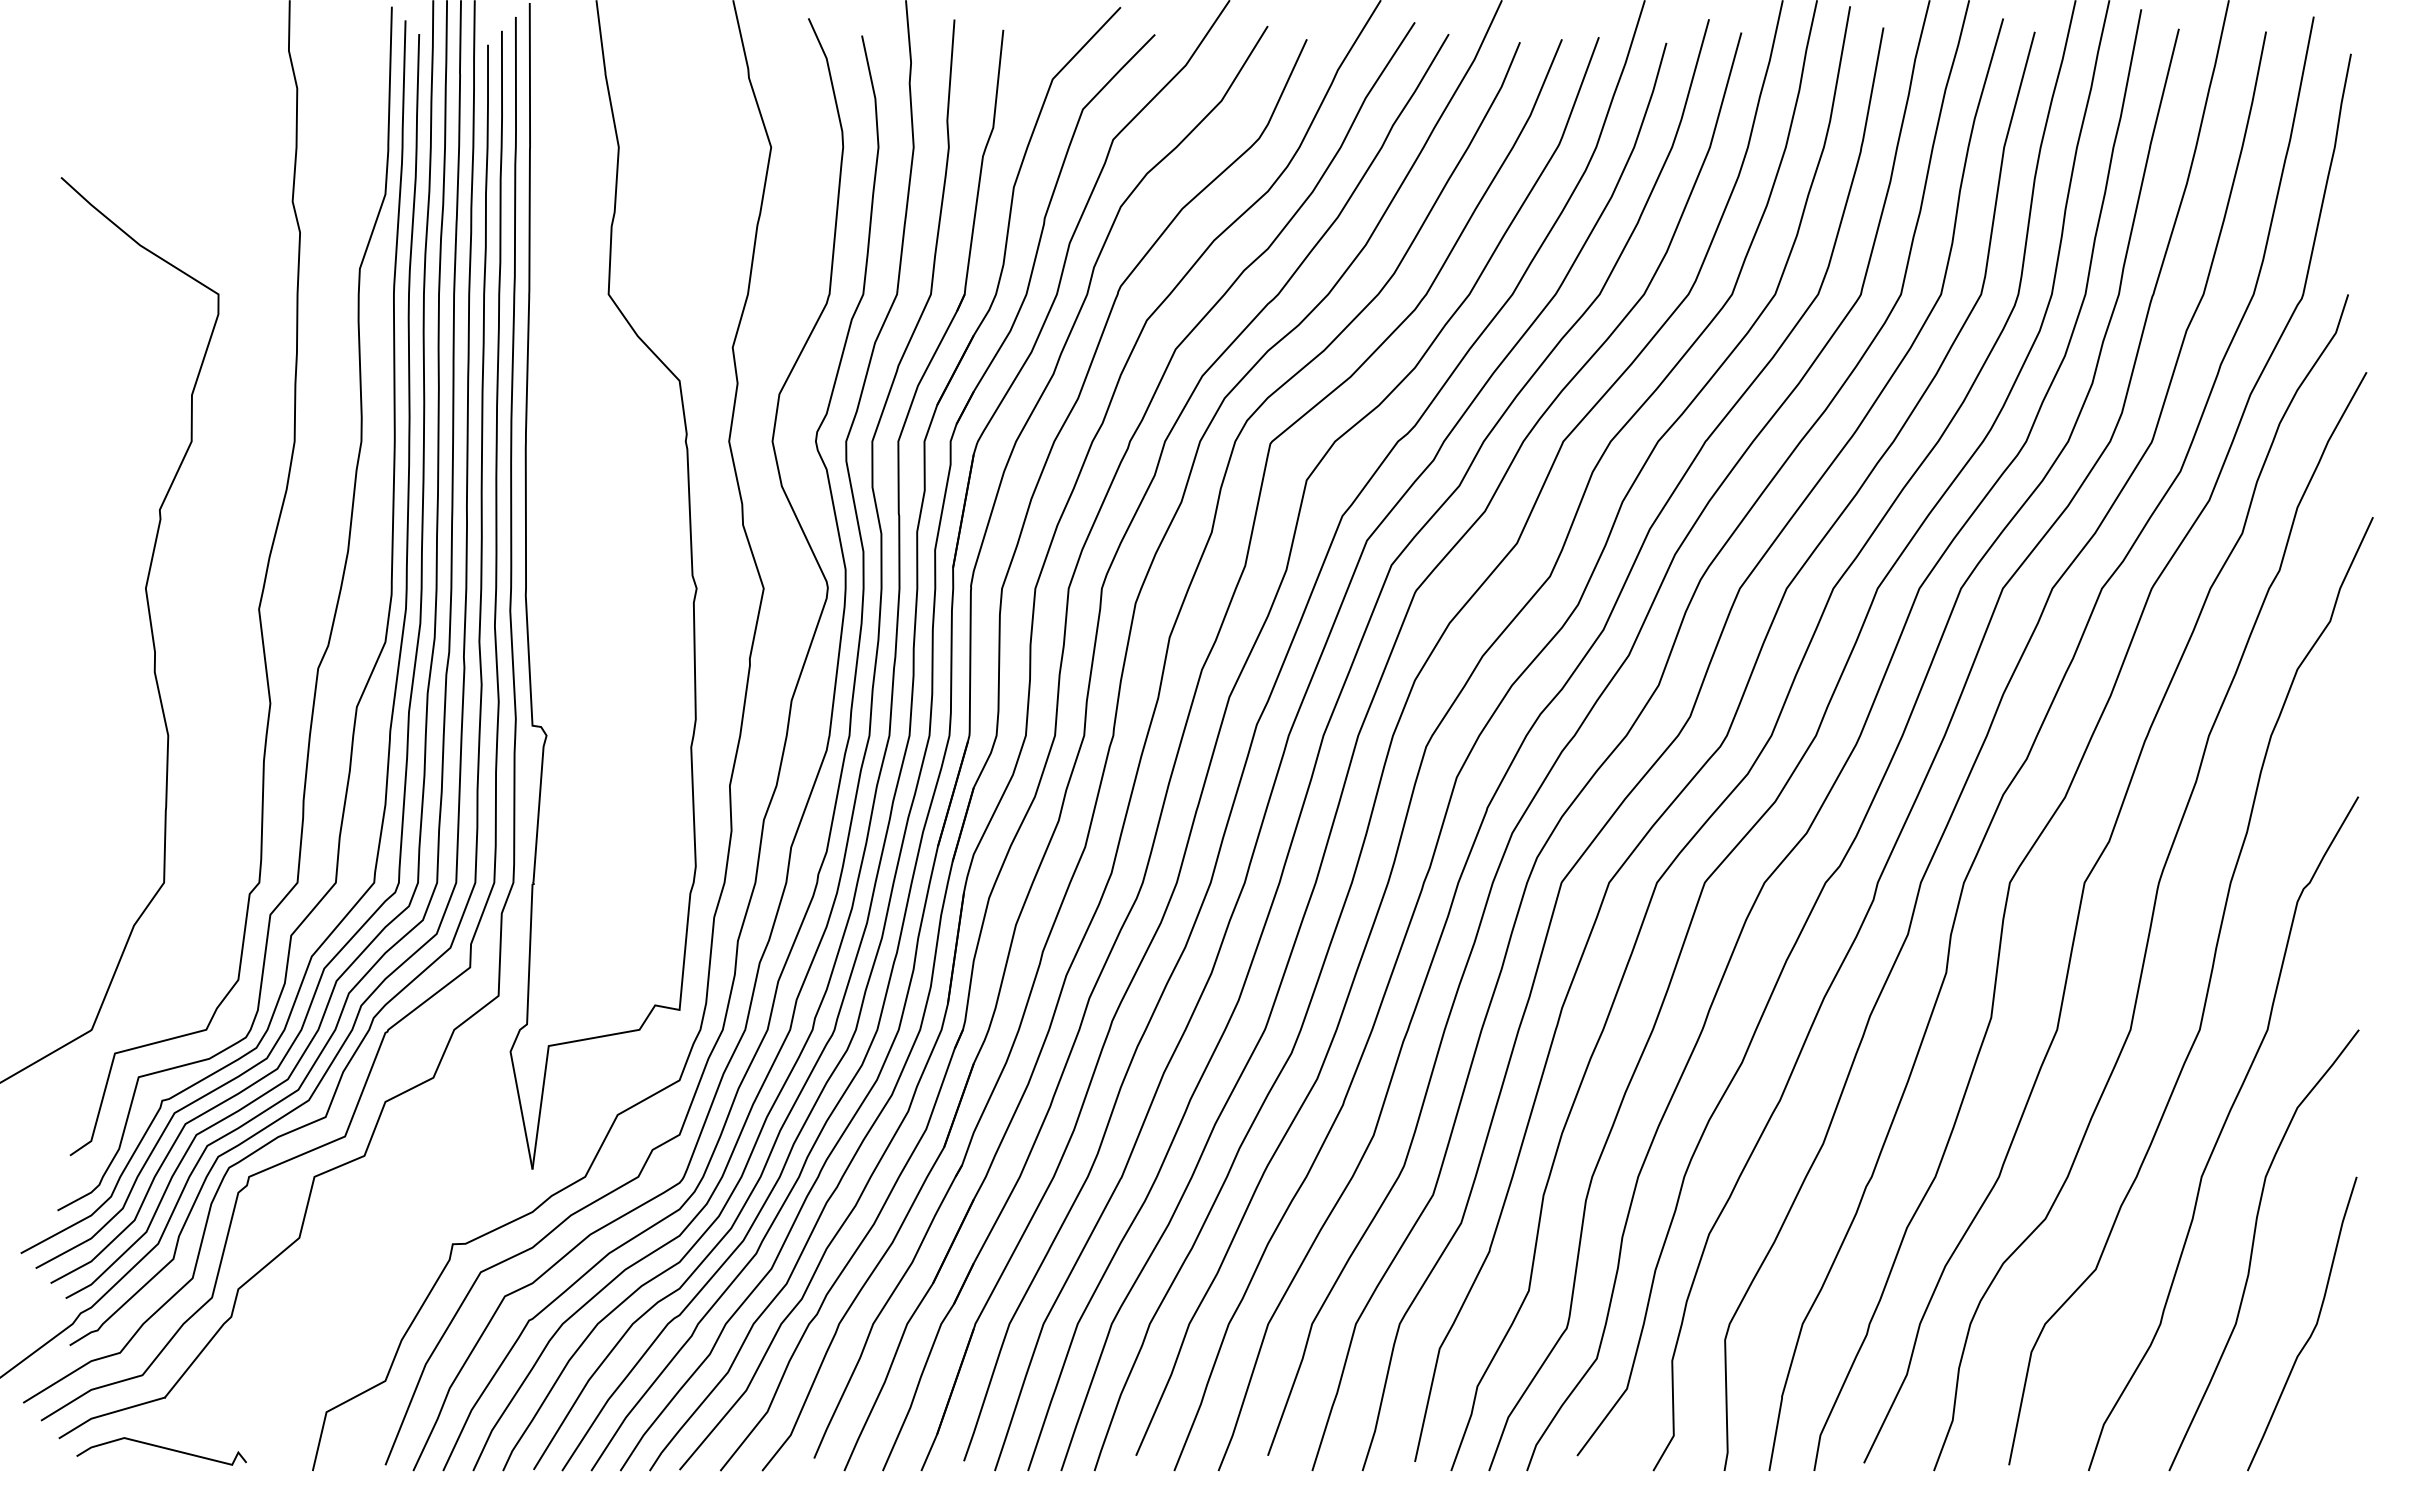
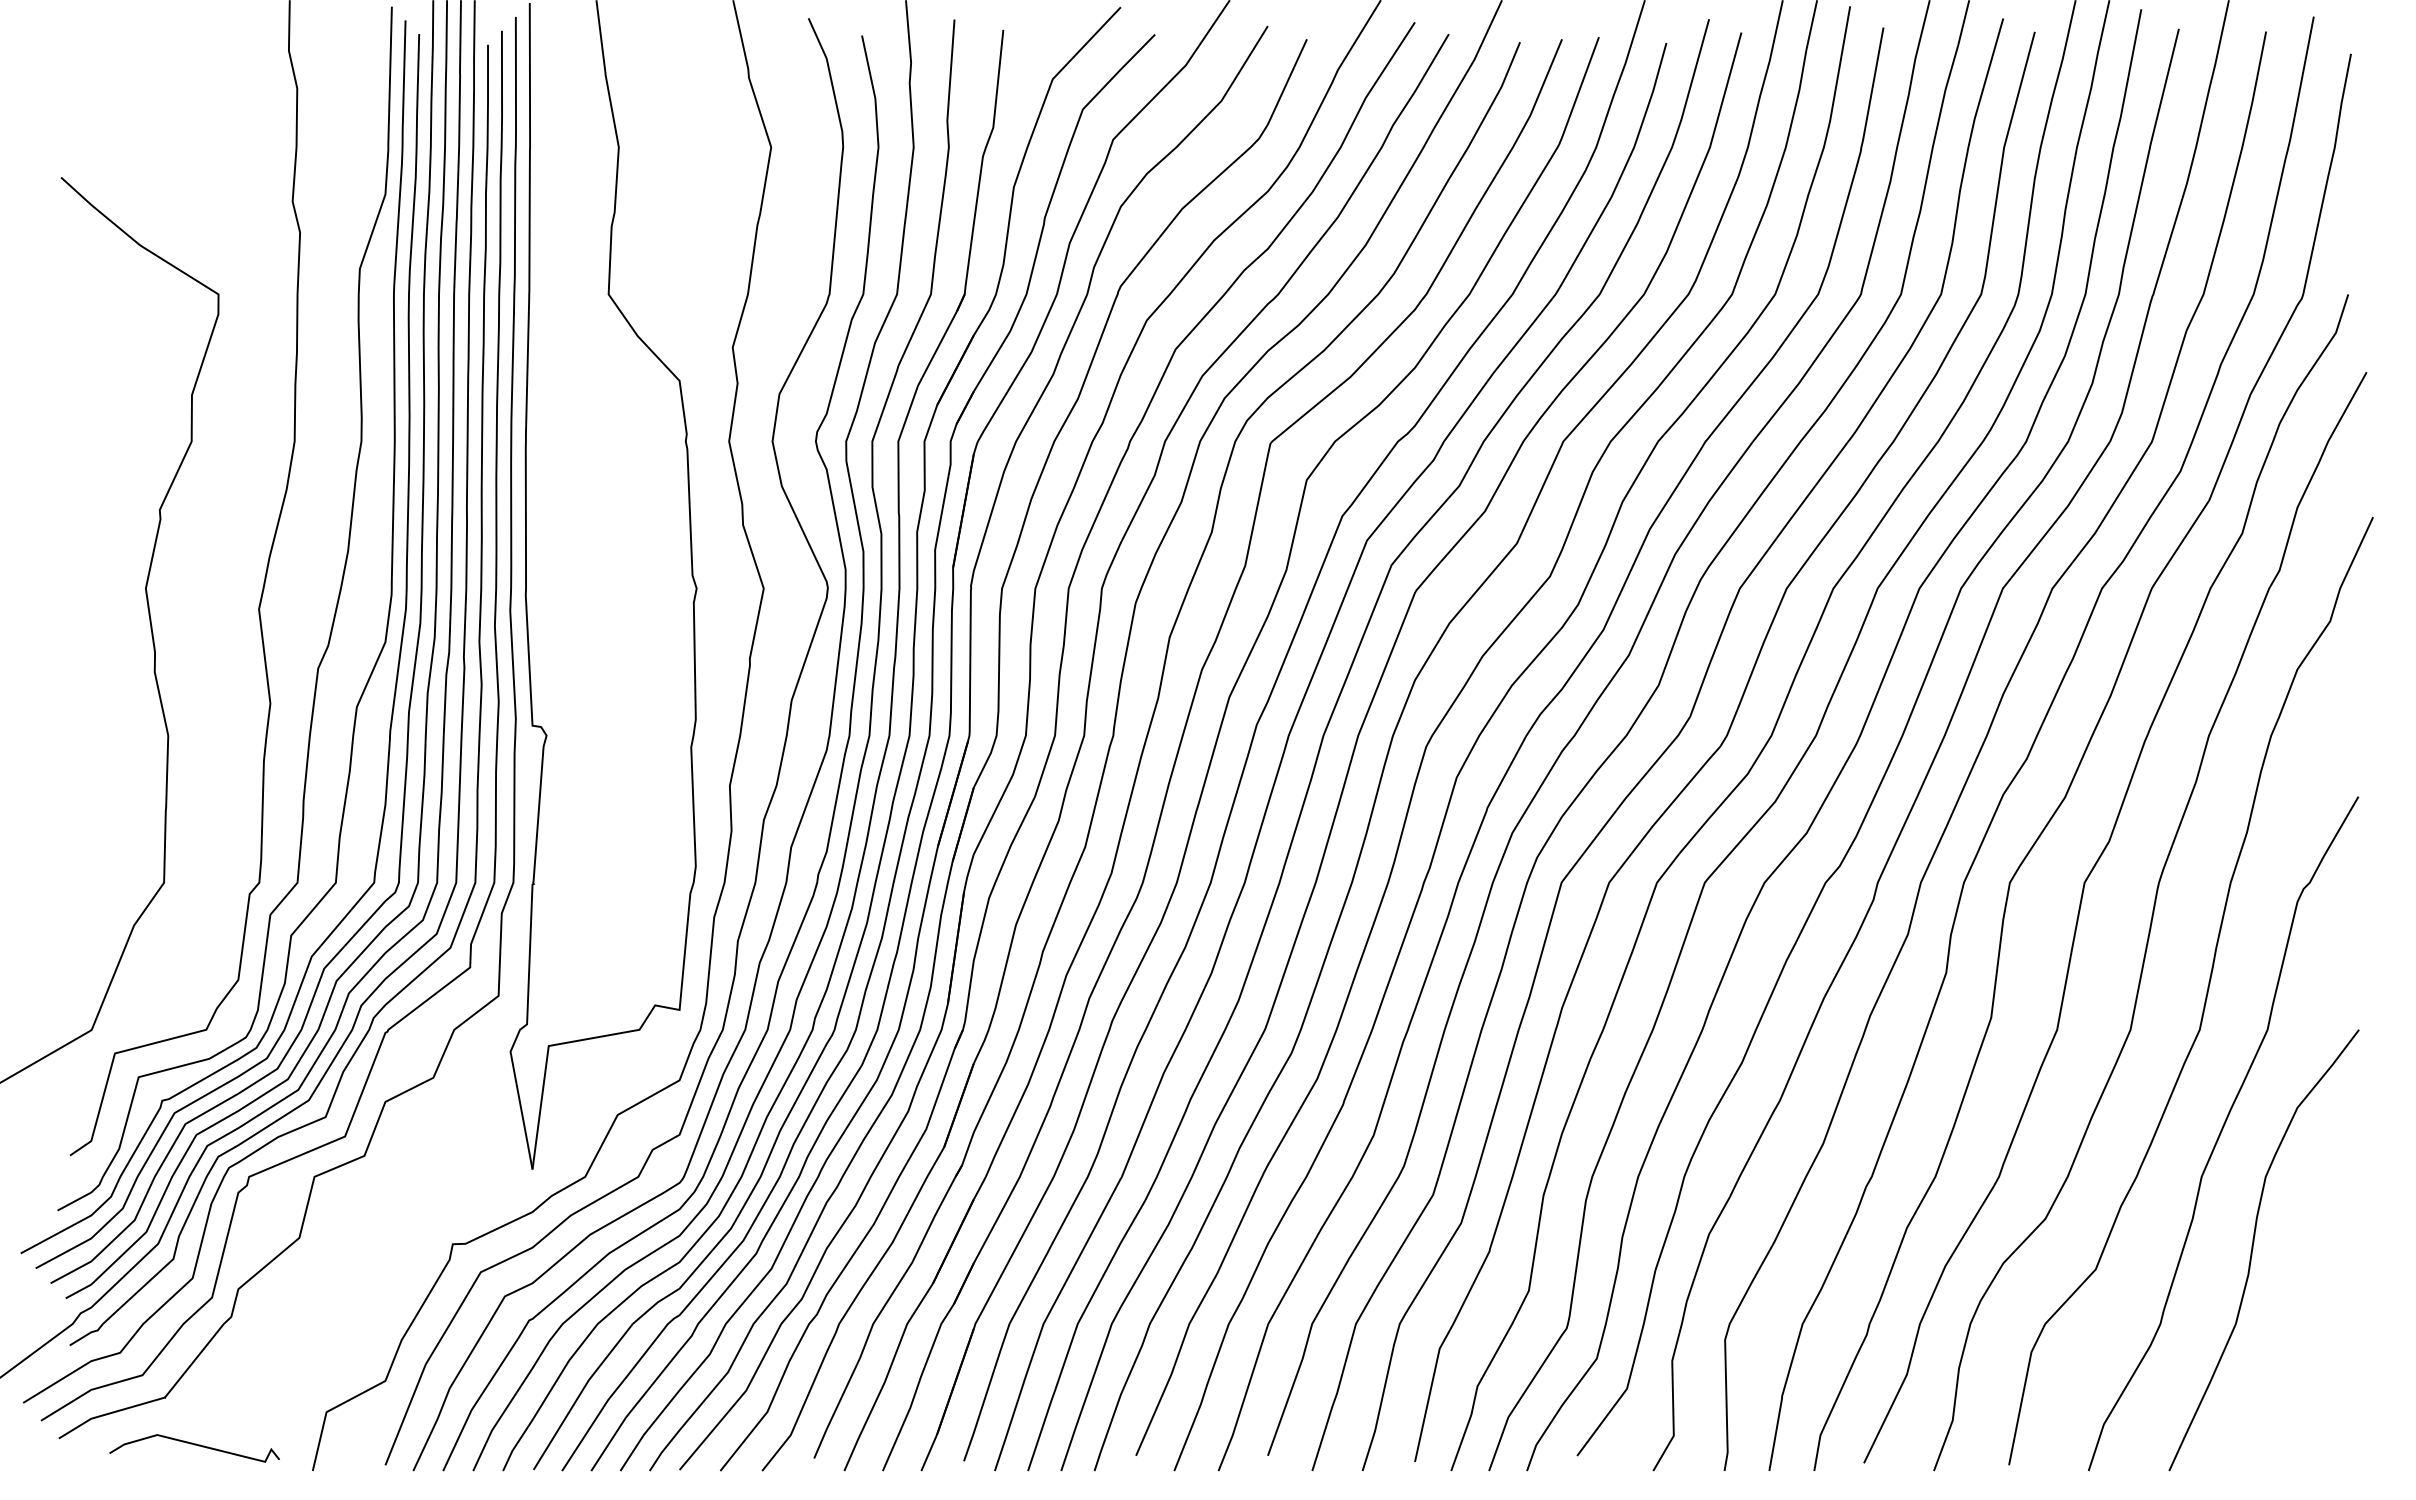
curve at (2313, 1328): present -> none
curve at (161, 1448) position: (161, 1448) -> (194, 1445)
